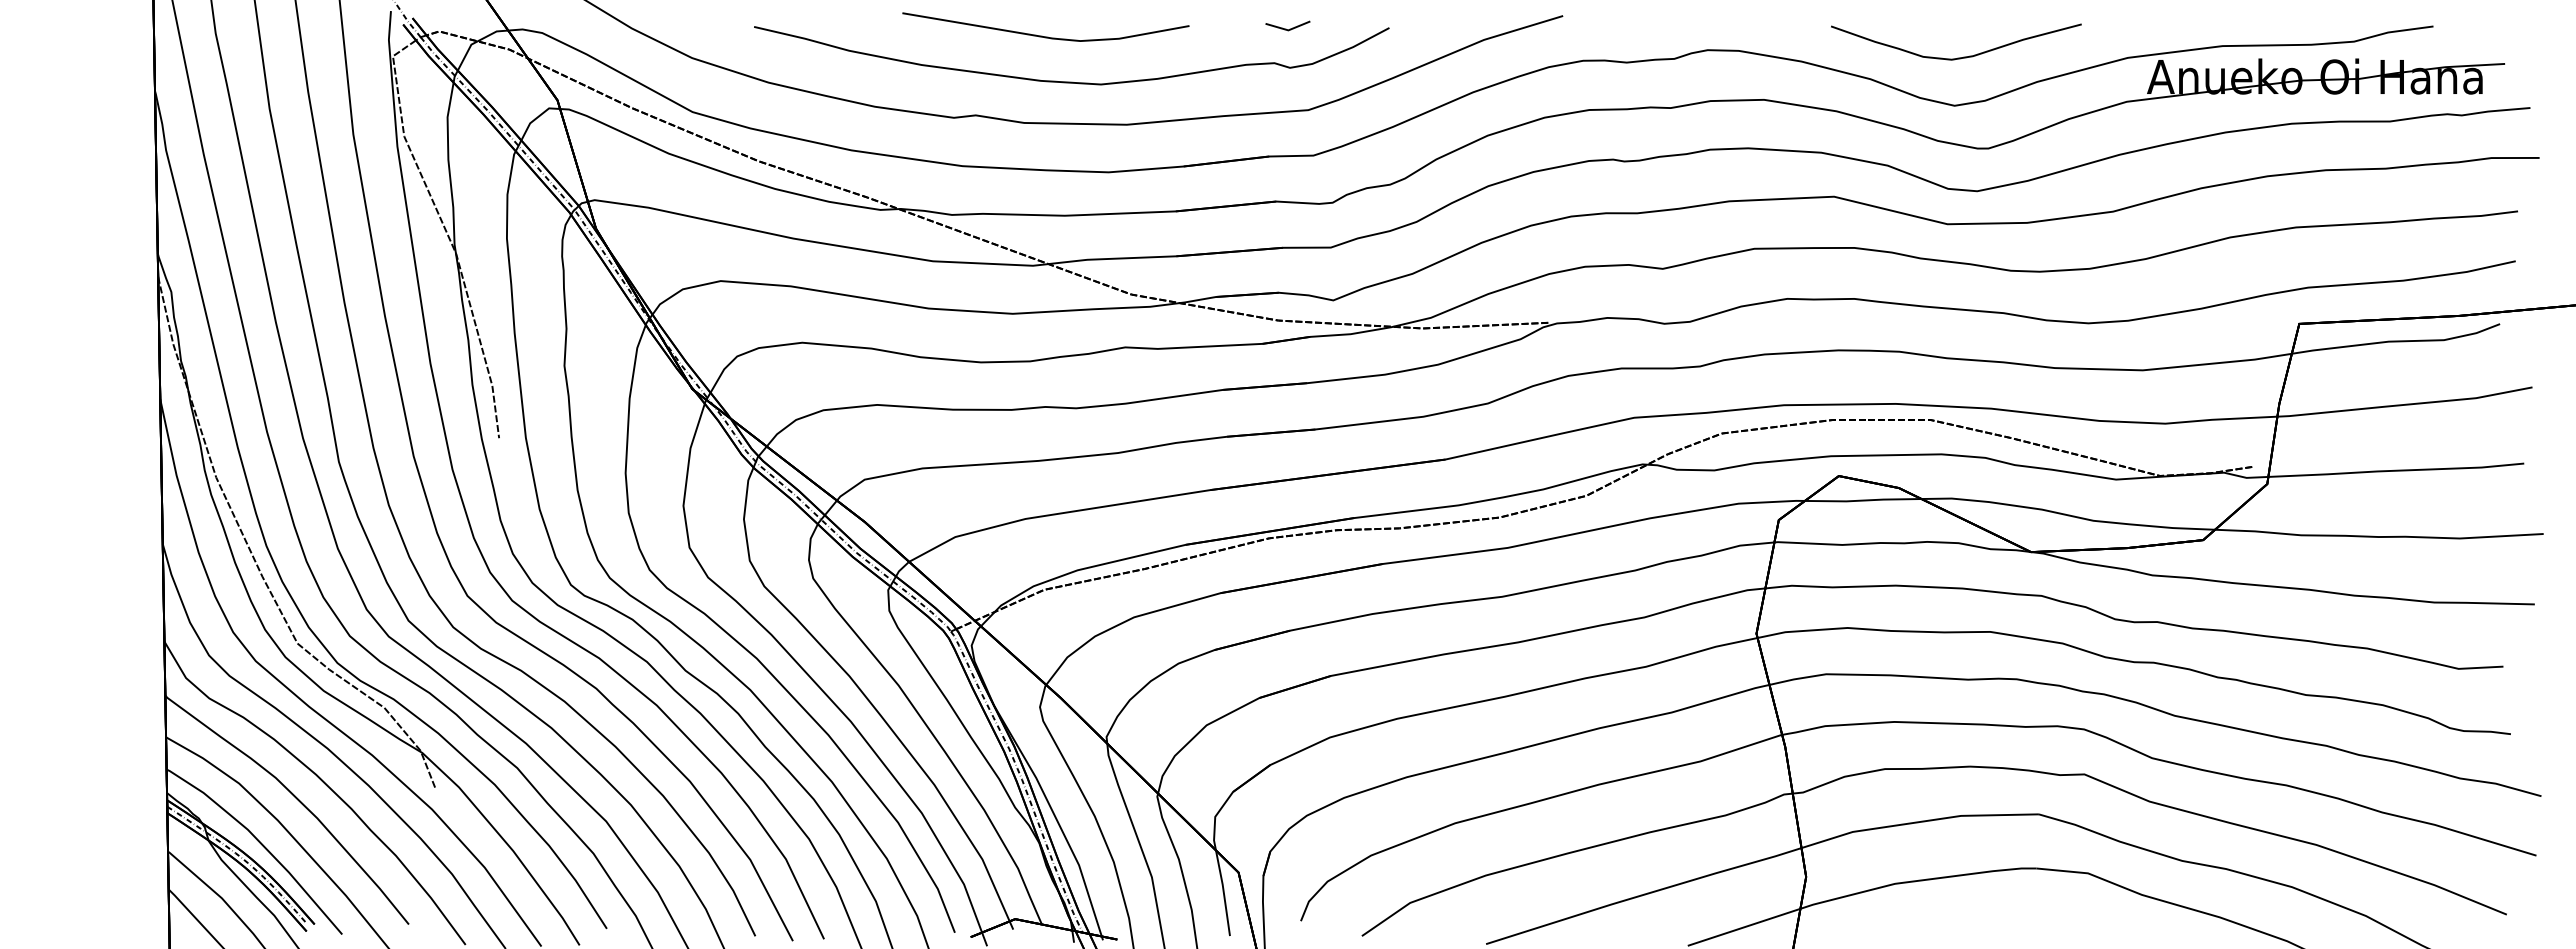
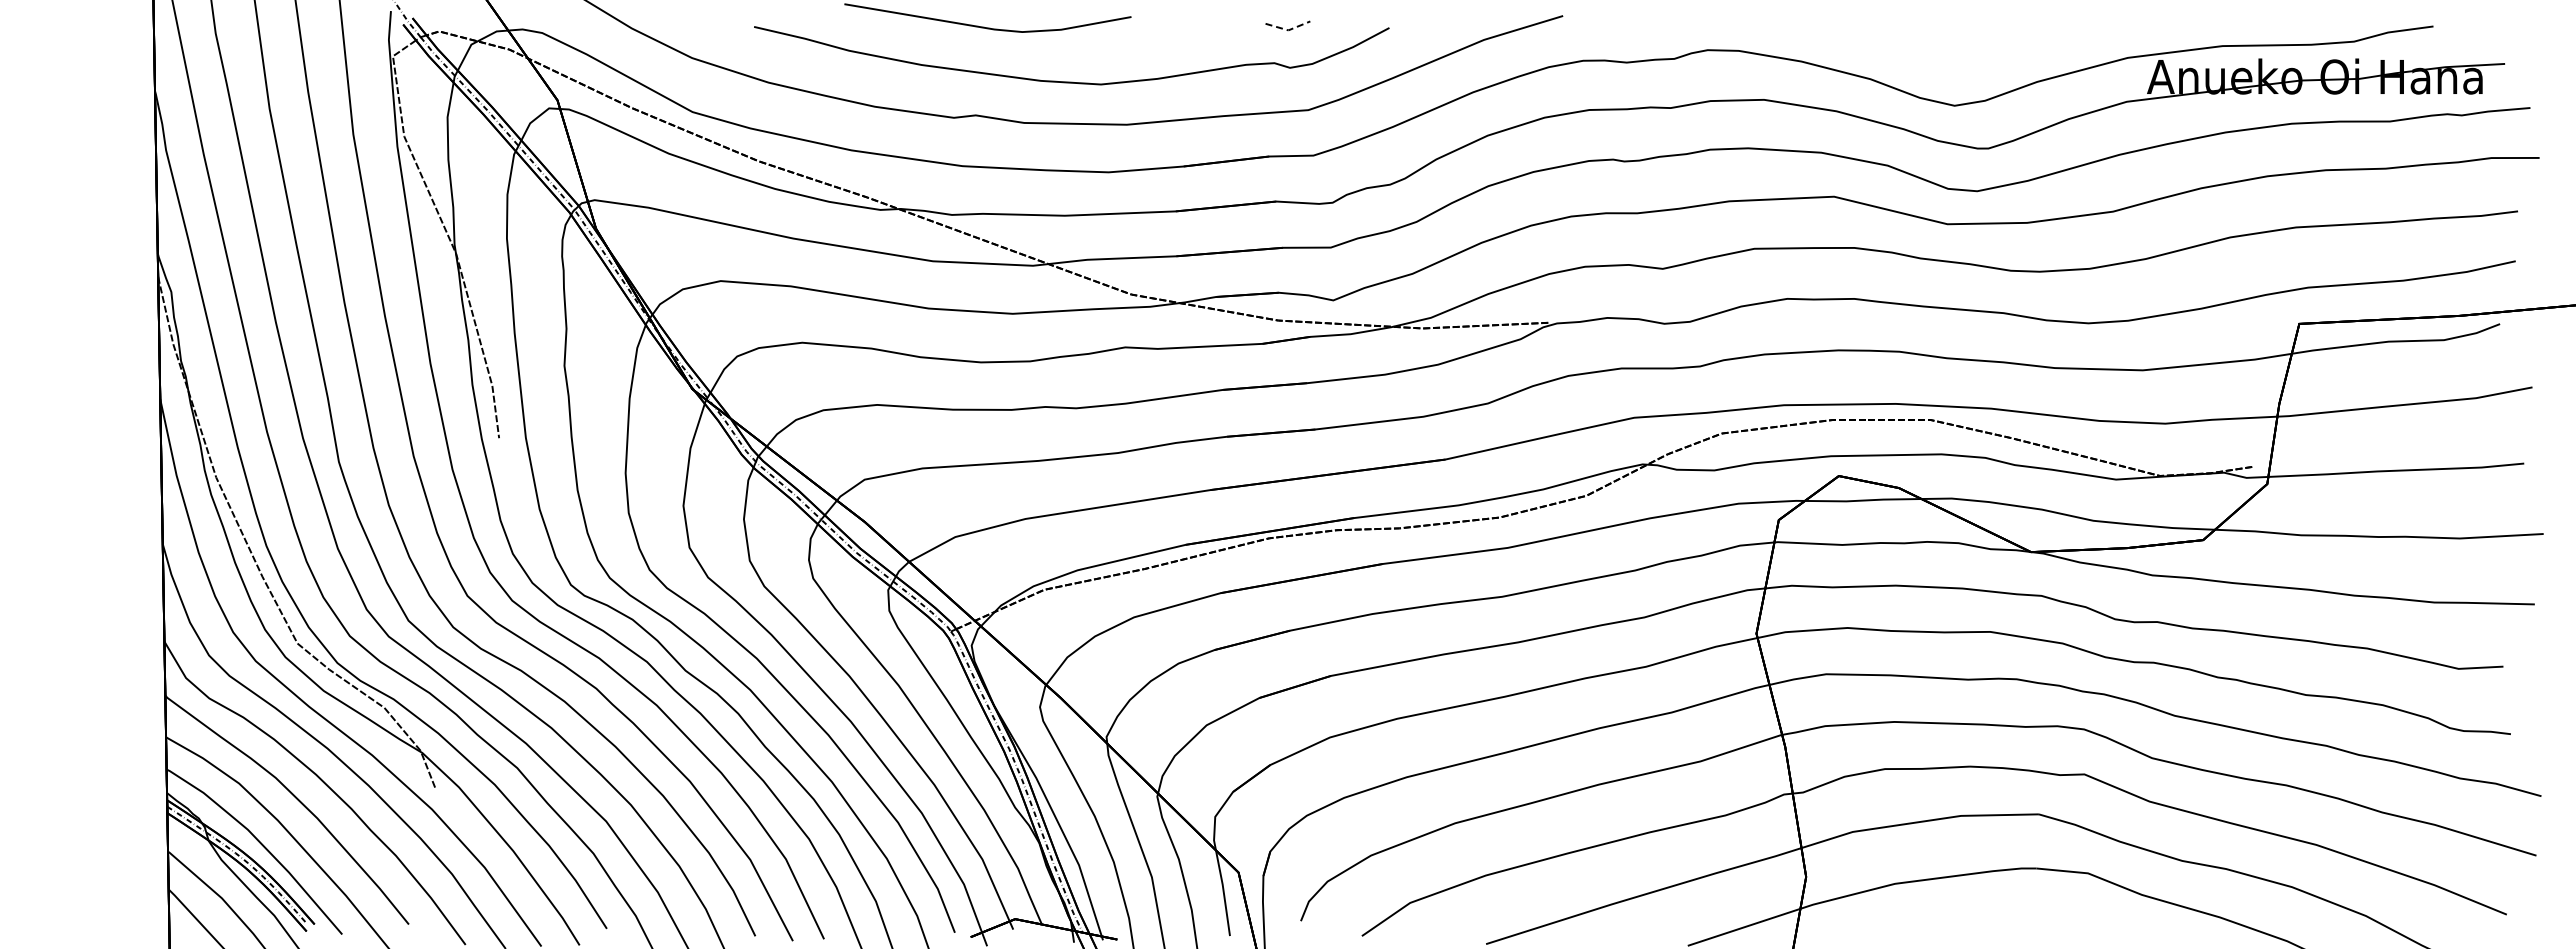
line at (1288, 30): solid -> dashed
line at (1042, 35) position: (1042, 35) -> (984, 26)
curve at (1957, 57): present -> none
